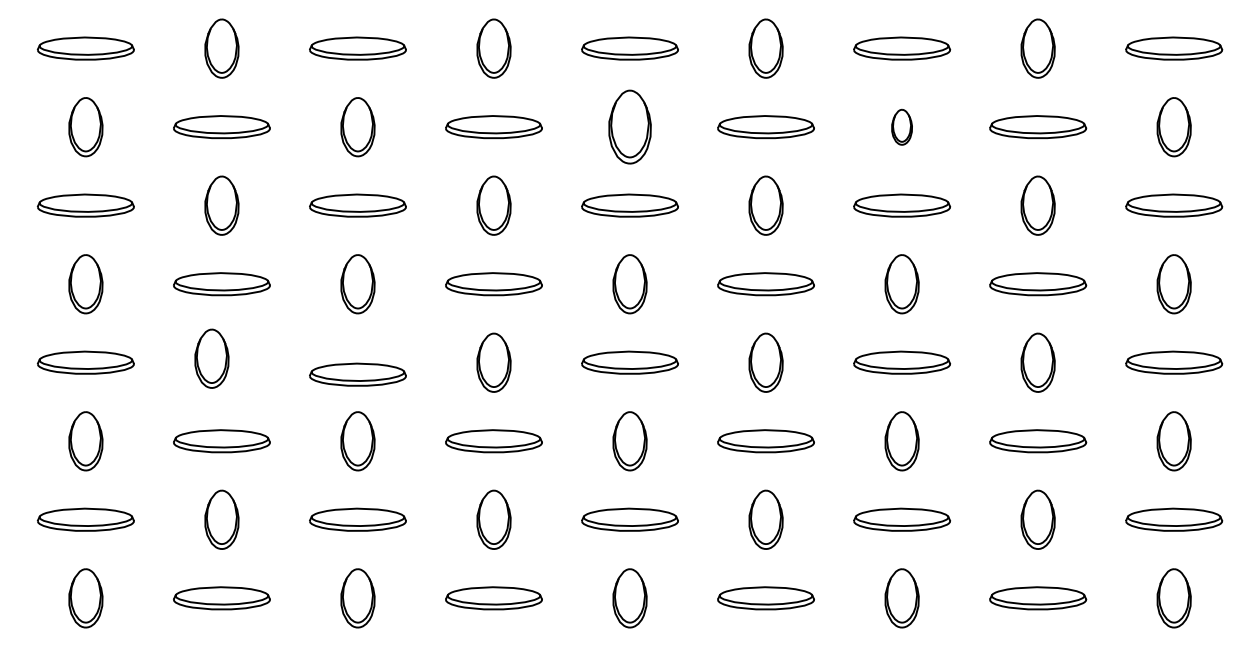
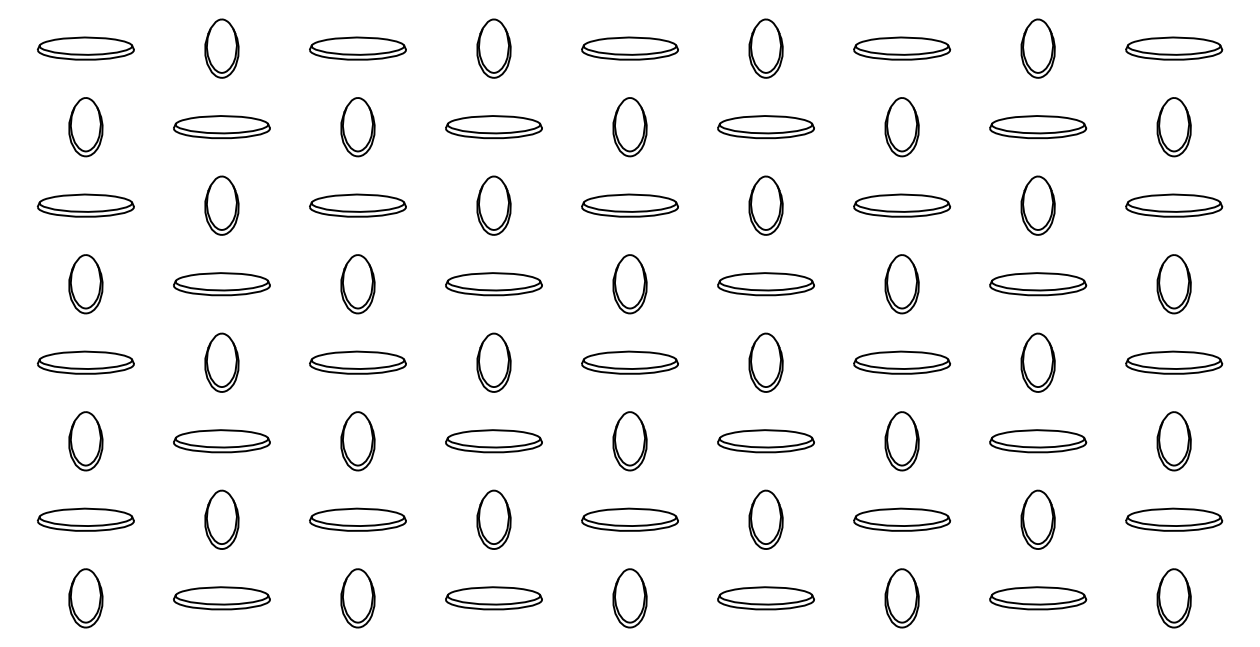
part at (629, 126) size: 44x76 px -> 36x61 px
part at (901, 126) size: 22x38 px -> 36x61 px
part at (211, 358) position: (211, 358) -> (221, 362)
part at (357, 374) position: (357, 374) -> (357, 362)
